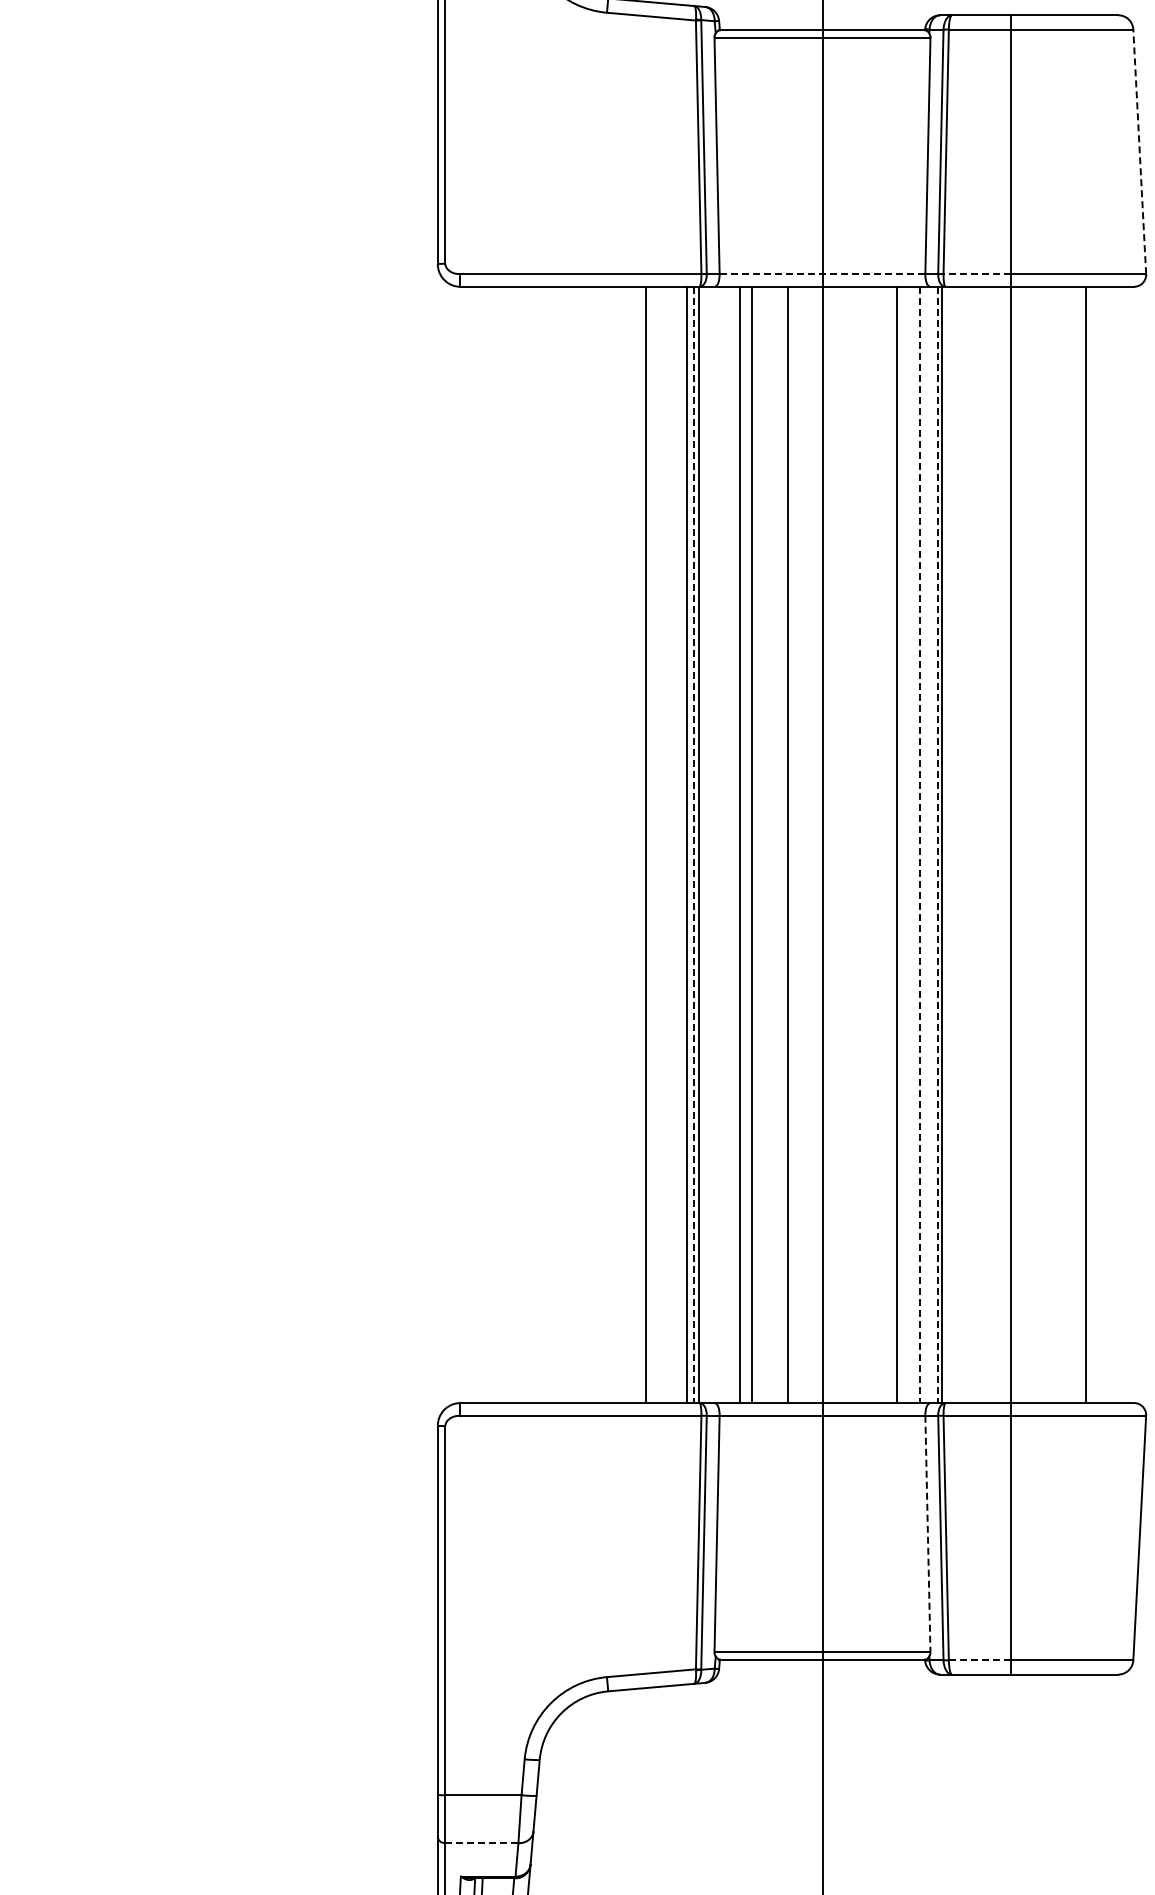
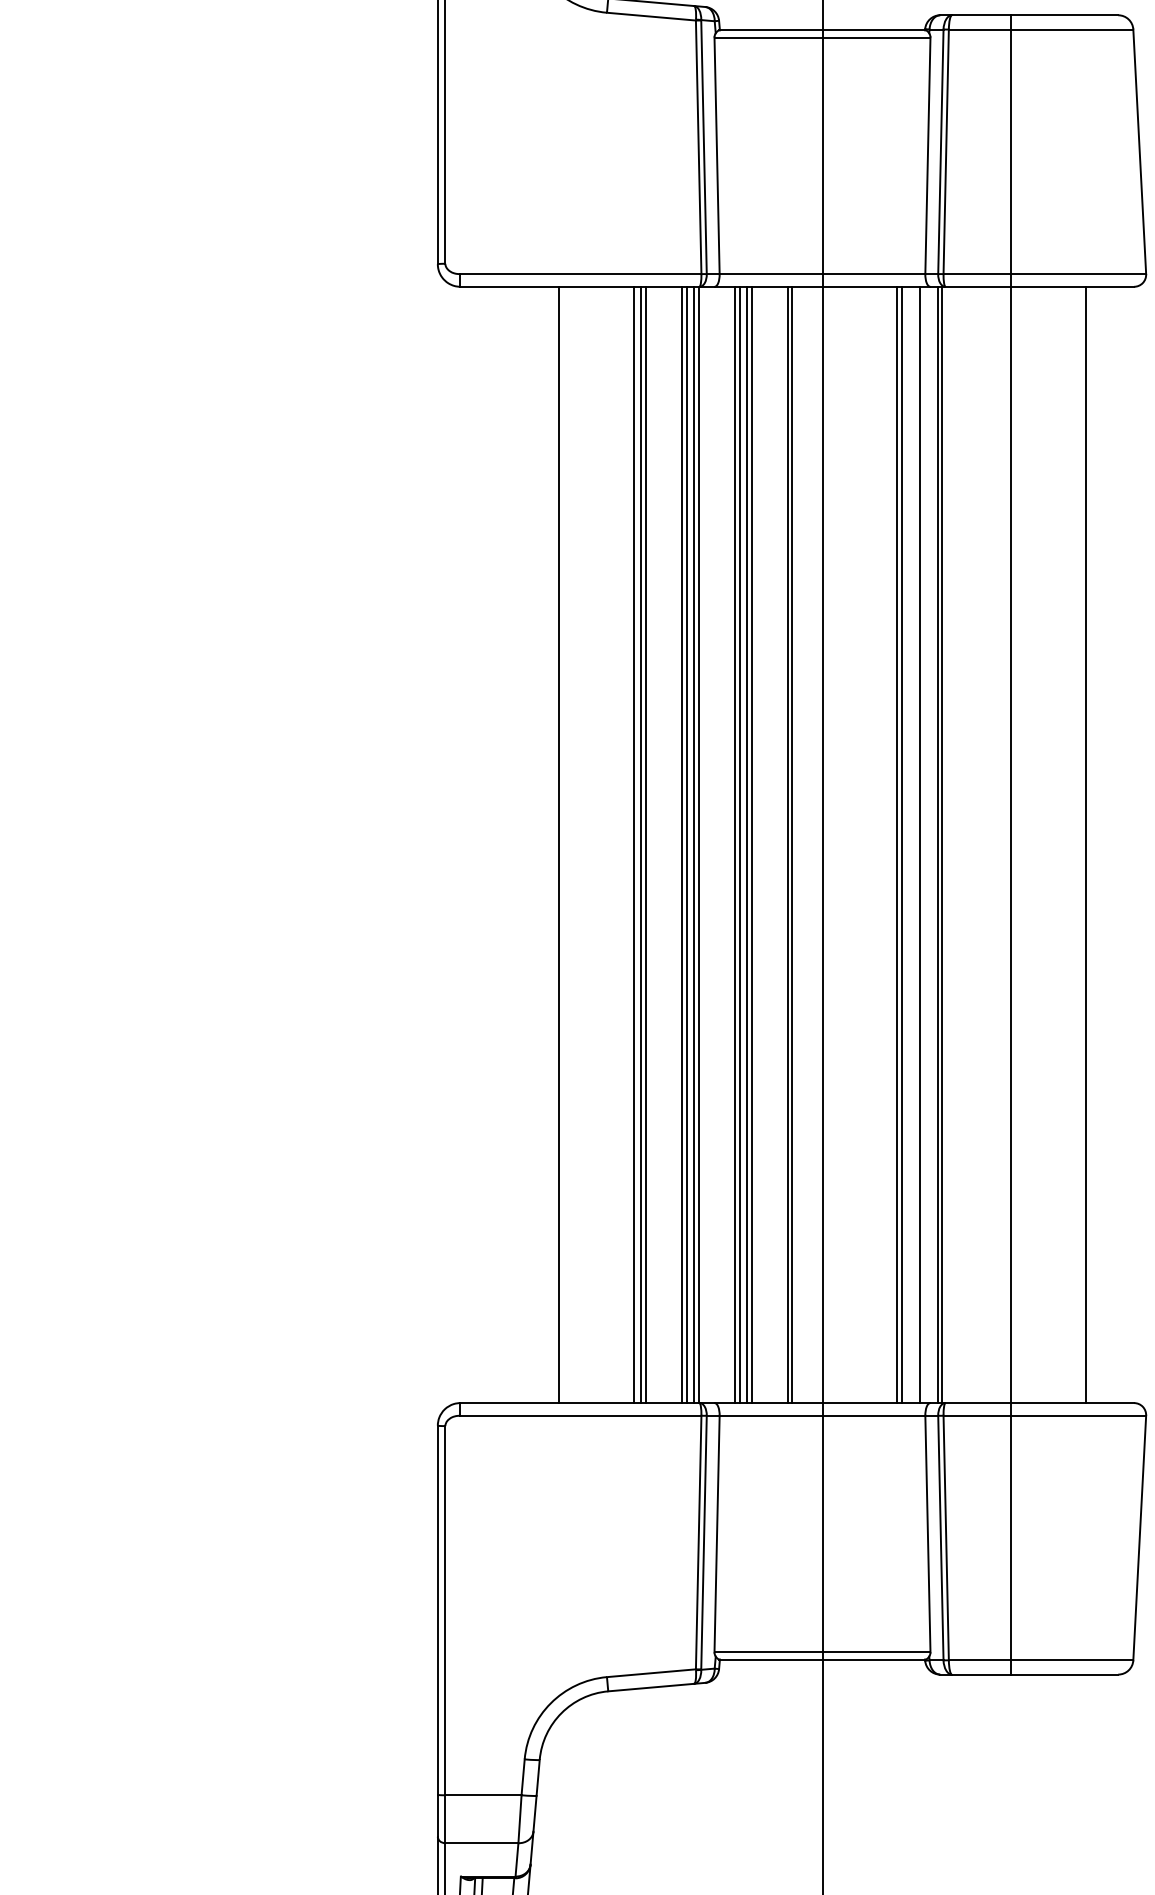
line at (1139, 151): dashed -> solid
line at (822, 274): dashed -> solid
line at (977, 274): dashed -> solid
line at (558, 844): none -> present
line at (633, 844): none -> present
line at (641, 844): none -> present
line at (682, 844): none -> present
line at (735, 844): none -> present
line at (747, 844): none -> present
line at (792, 844): none -> present
line at (901, 844): none -> present
line at (694, 845): dashed -> solid
line at (919, 845): dashed -> solid
line at (937, 845): dashed -> solid
line at (927, 1534): dashed -> solid
line at (979, 1660): dashed -> solid
line at (481, 1843): dashed -> solid
